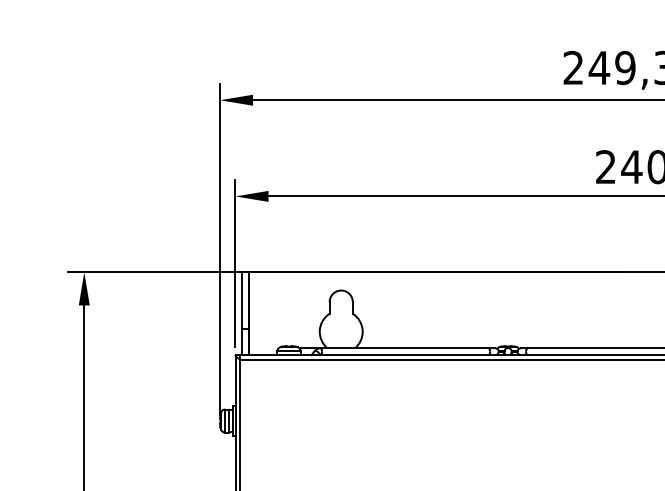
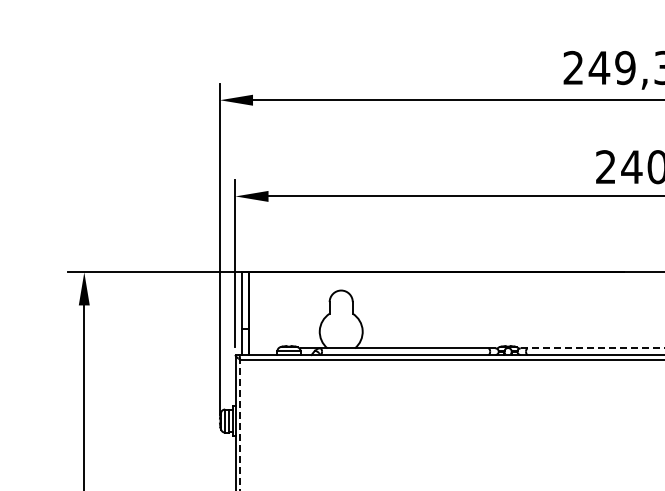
line at (592, 348): solid -> dashed
line at (240, 424): solid -> dashed
